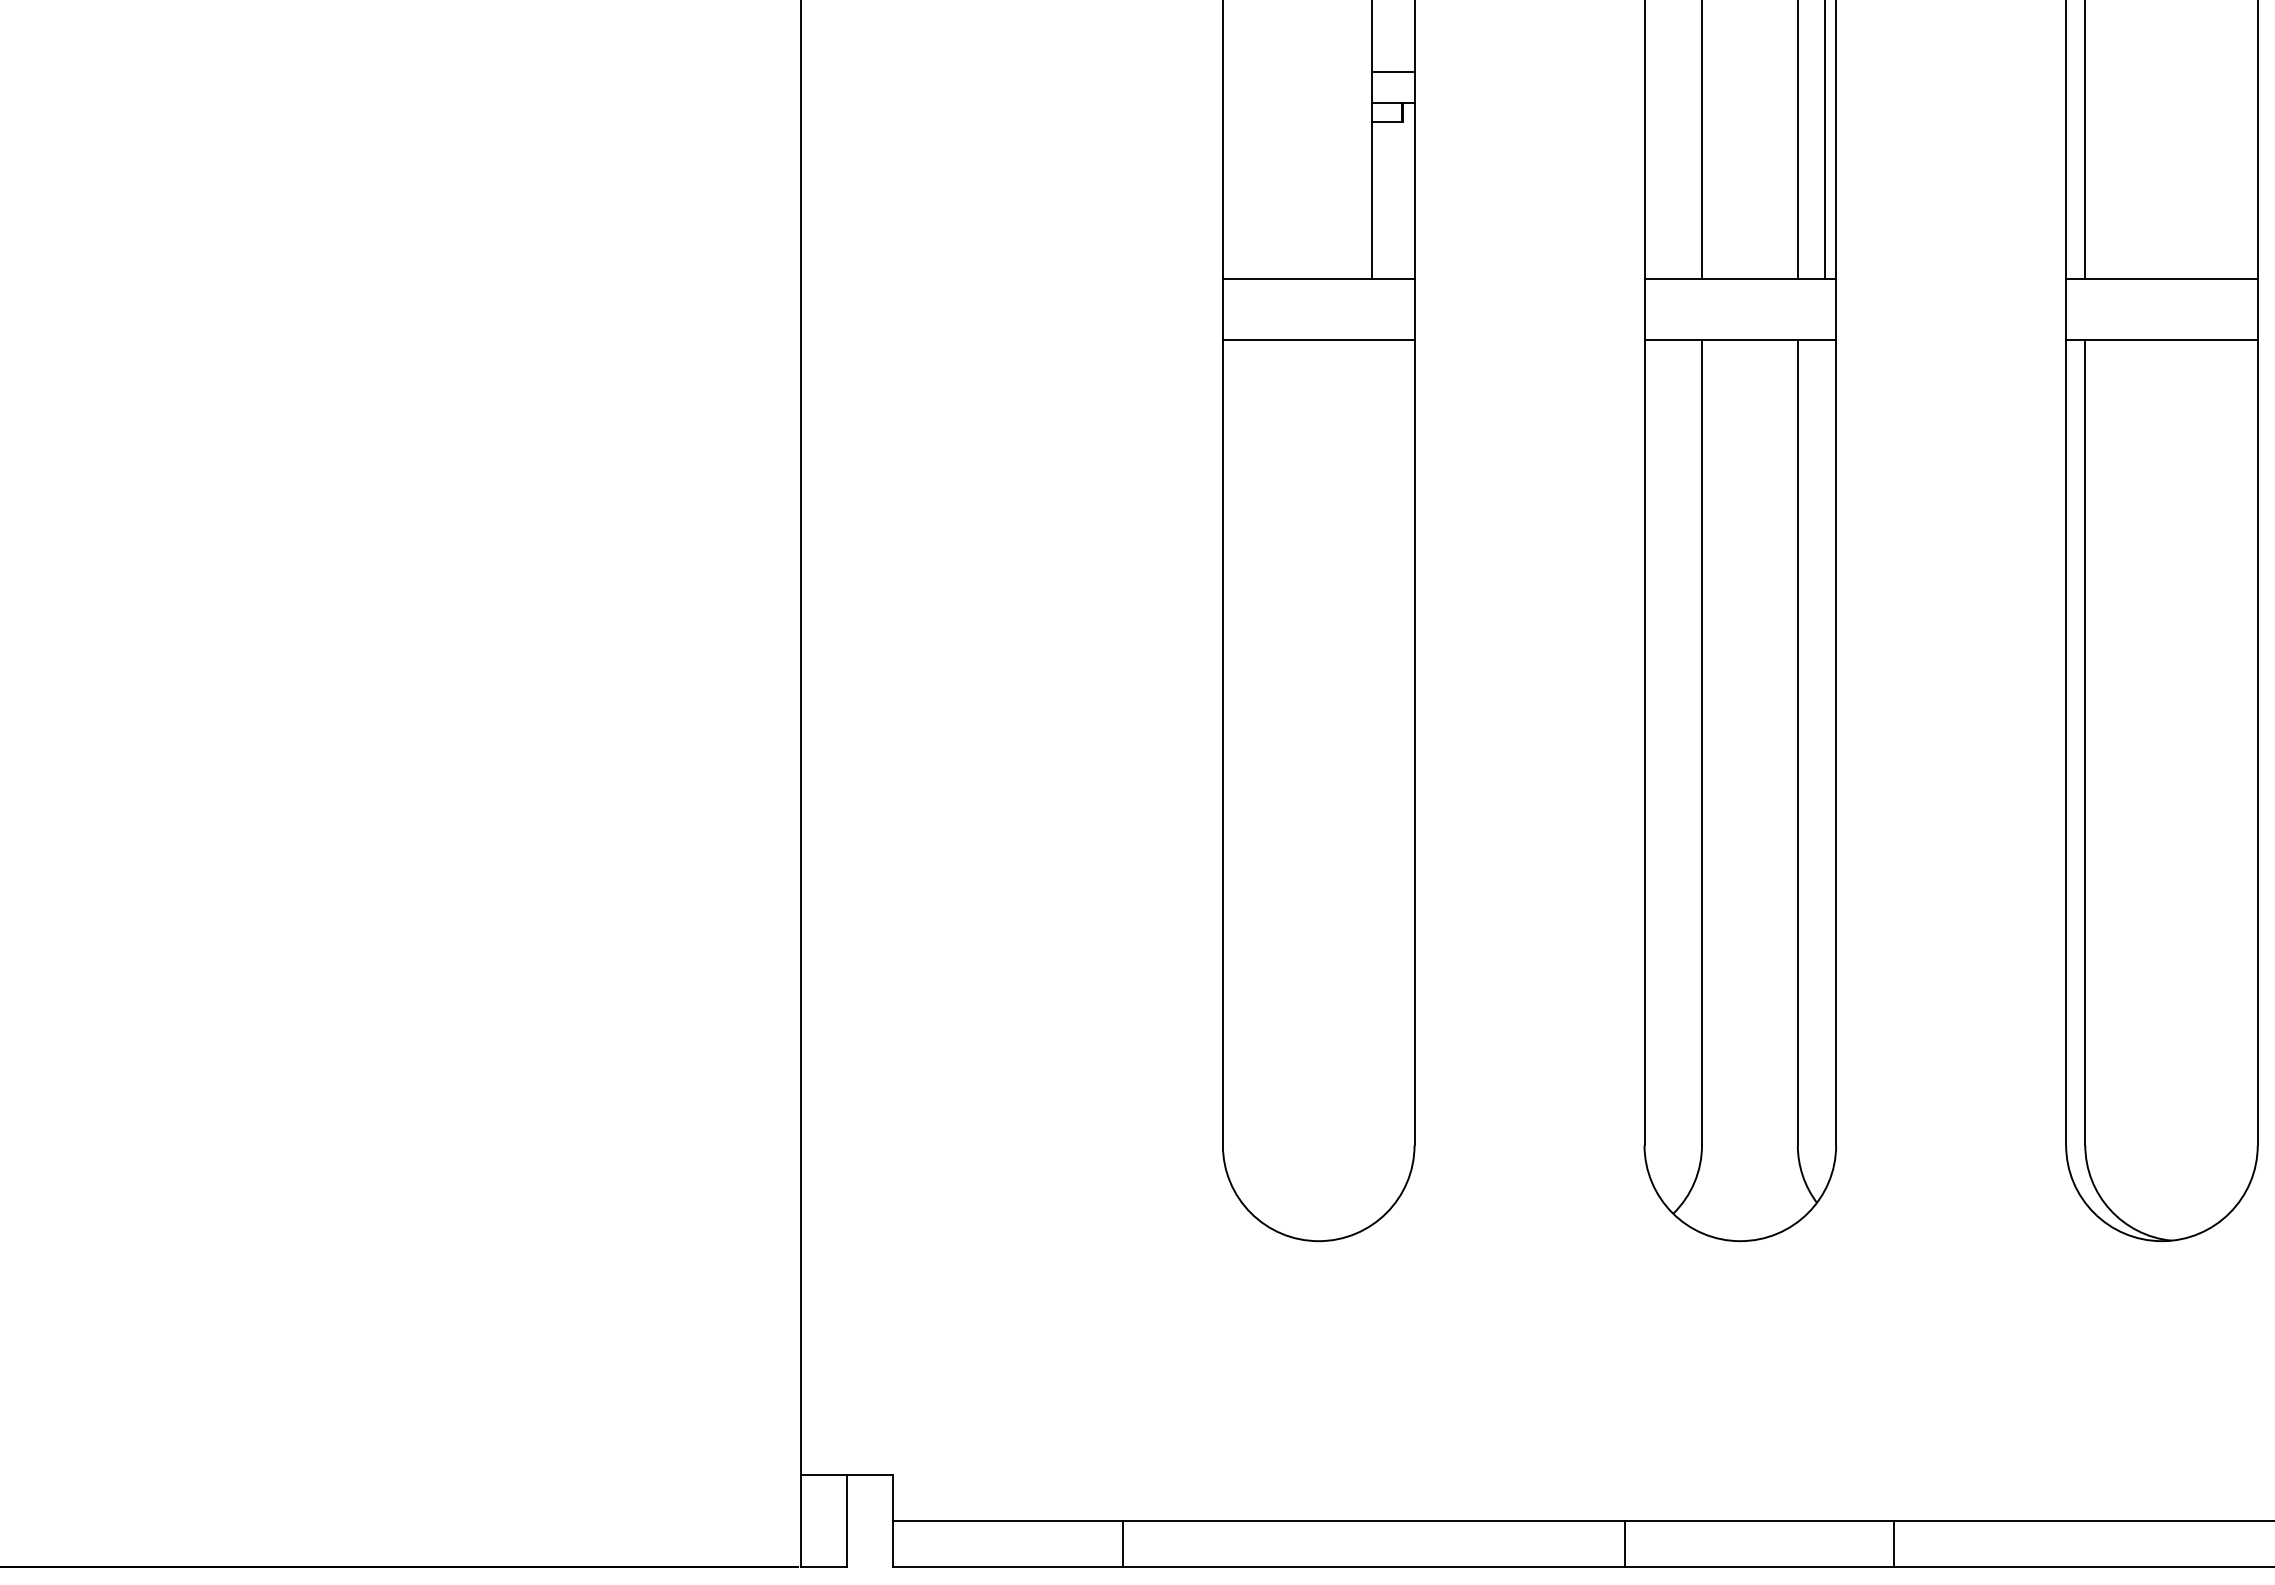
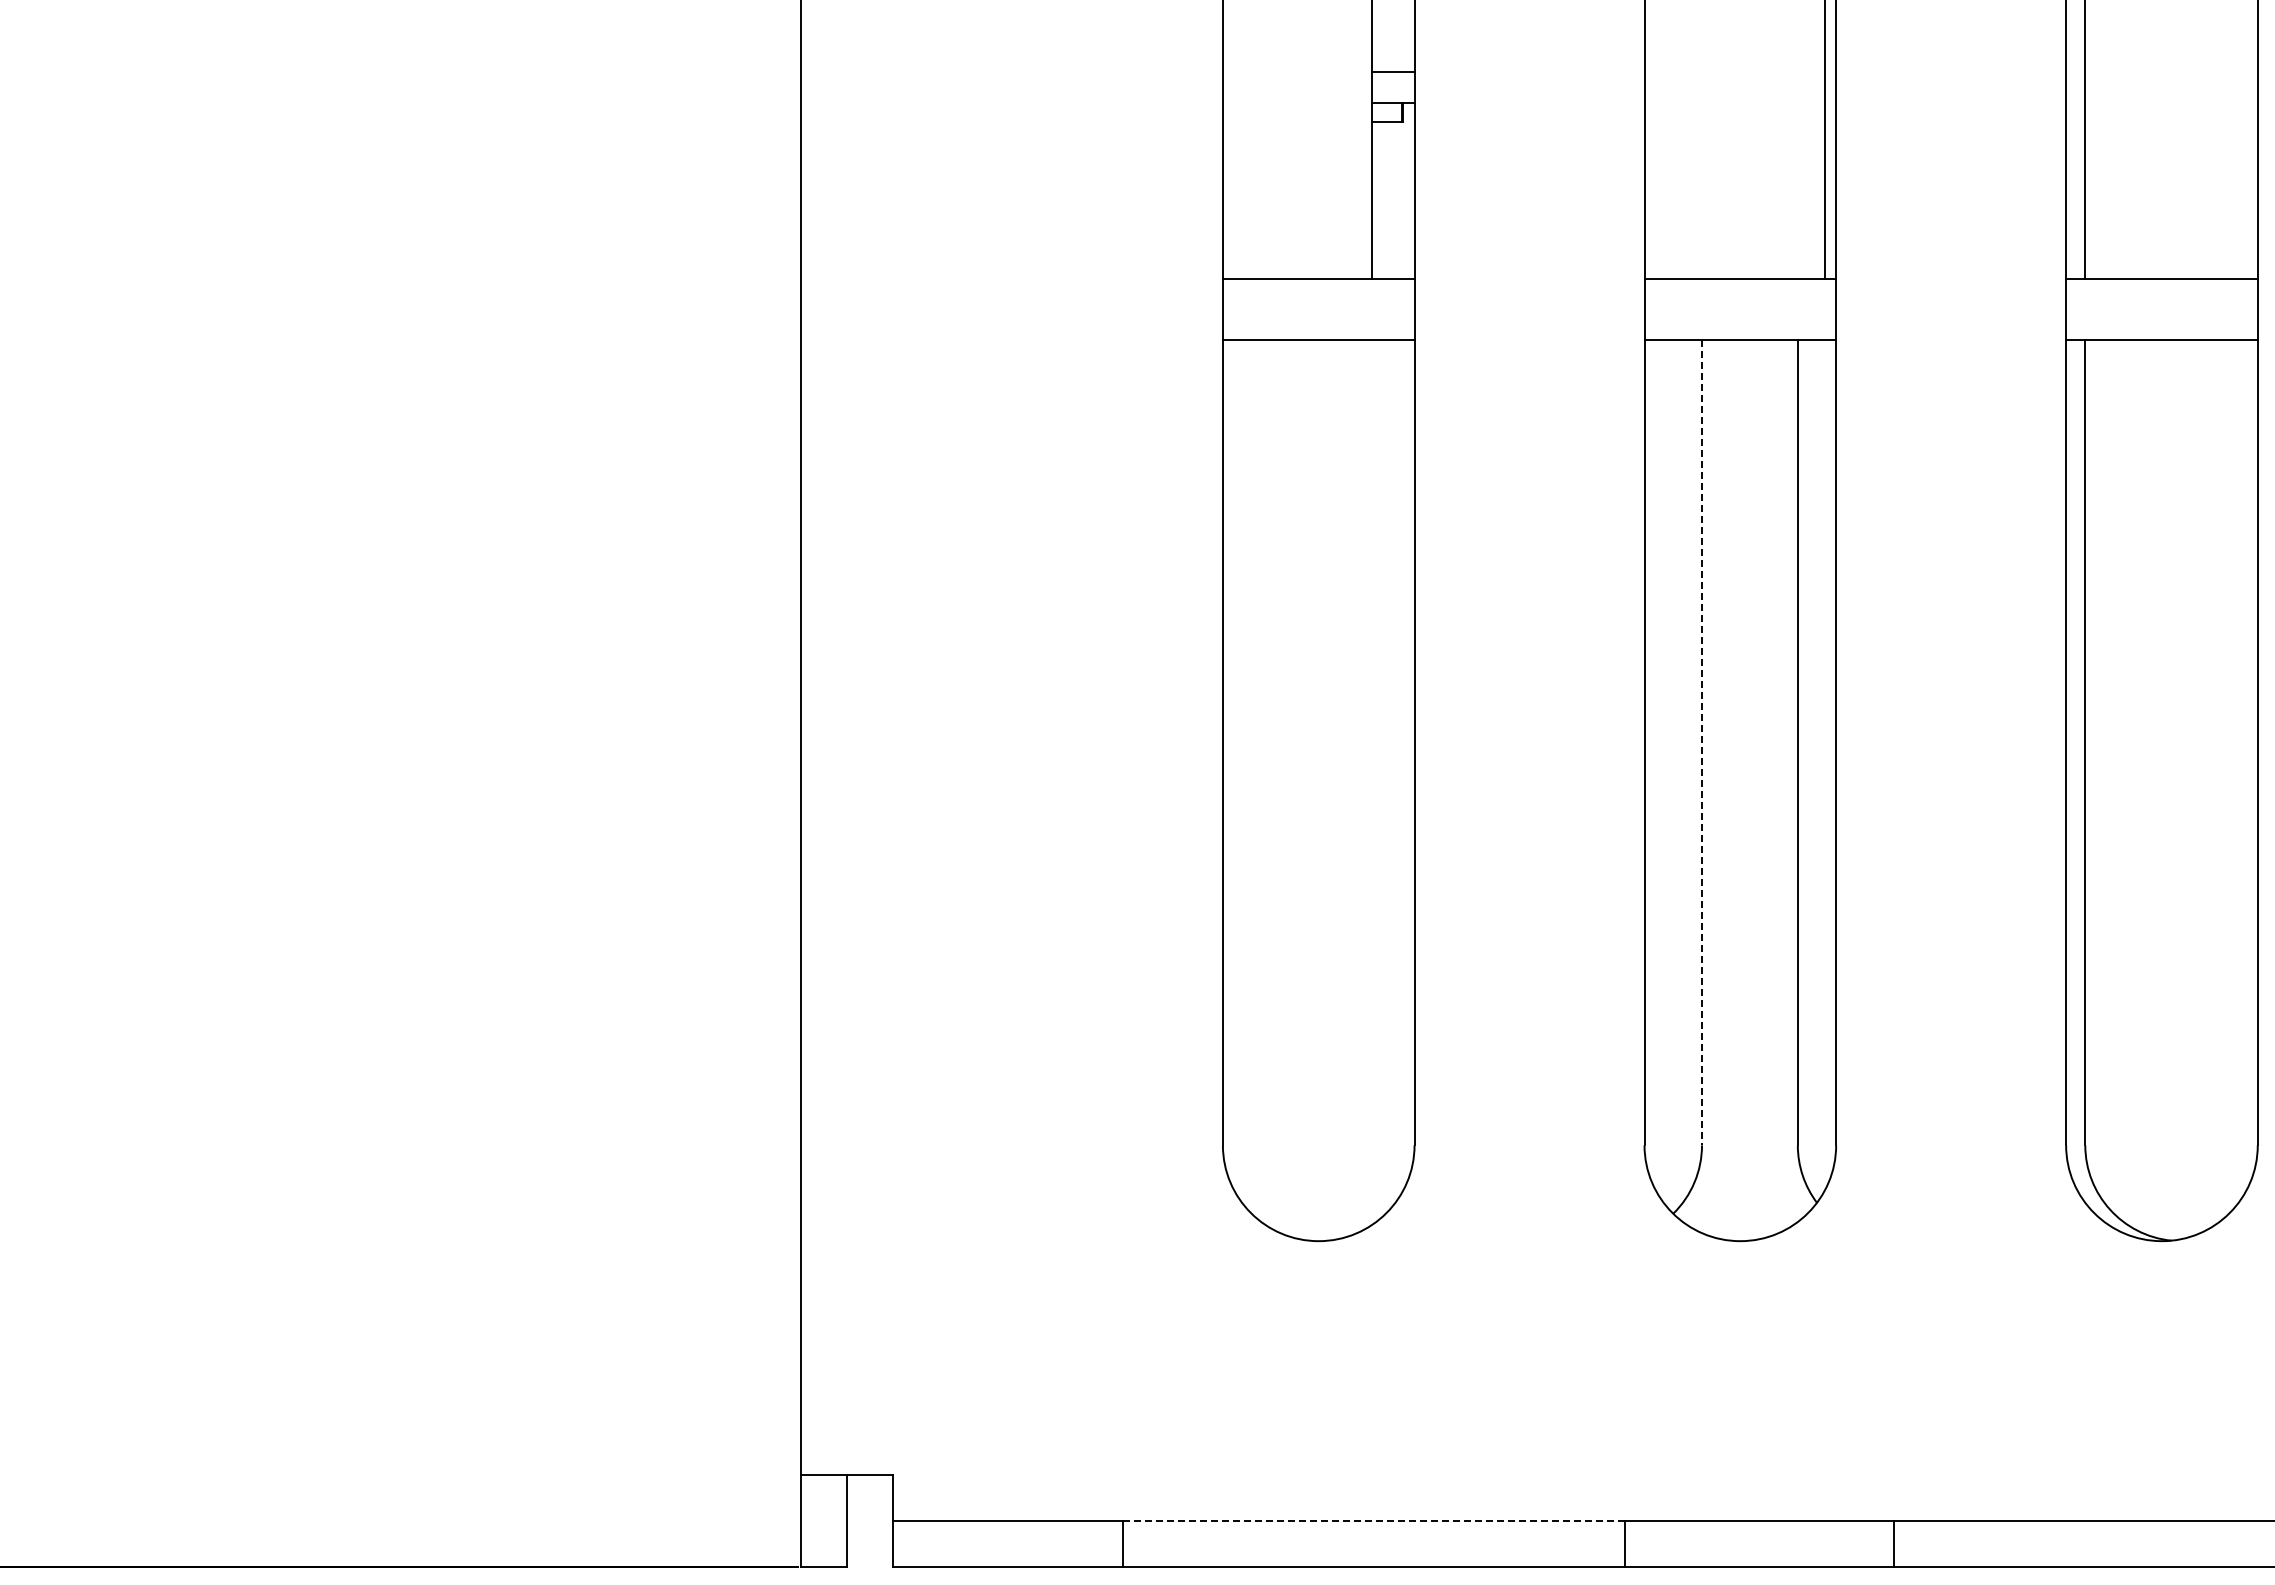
line at (1702, 140): present -> none
line at (1797, 140): present -> none
line at (1702, 743): solid -> dashed
line at (1374, 1520): solid -> dashed
